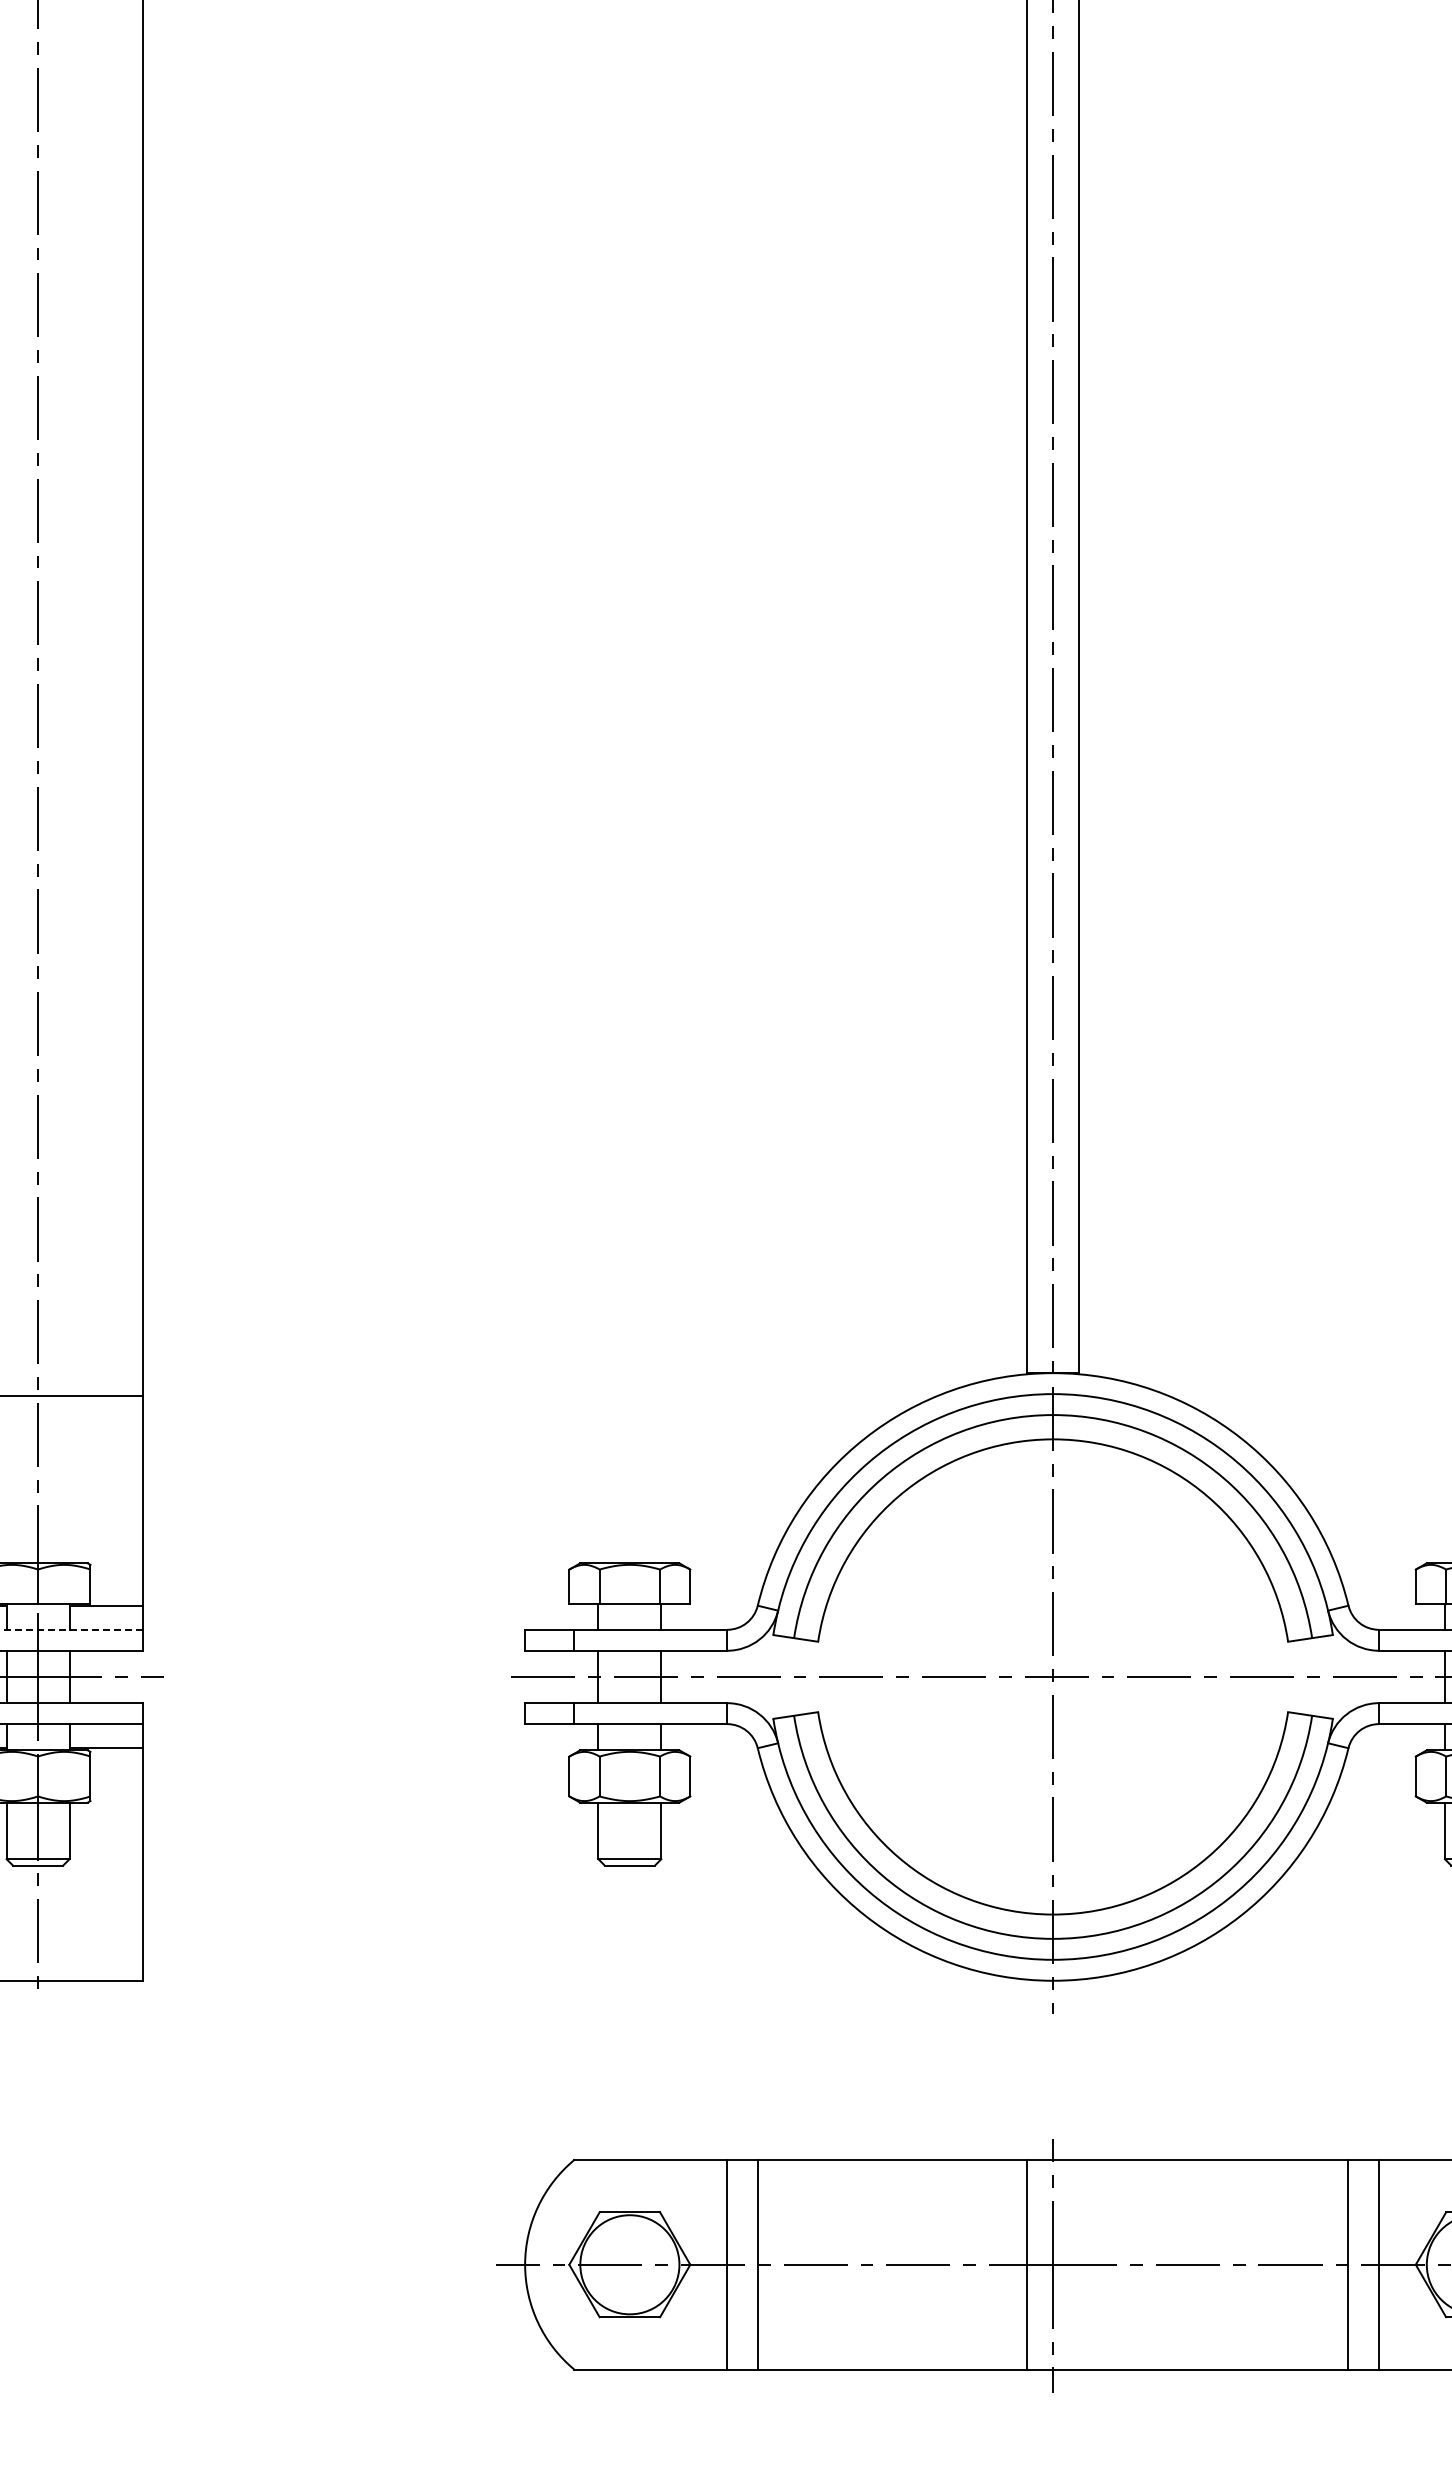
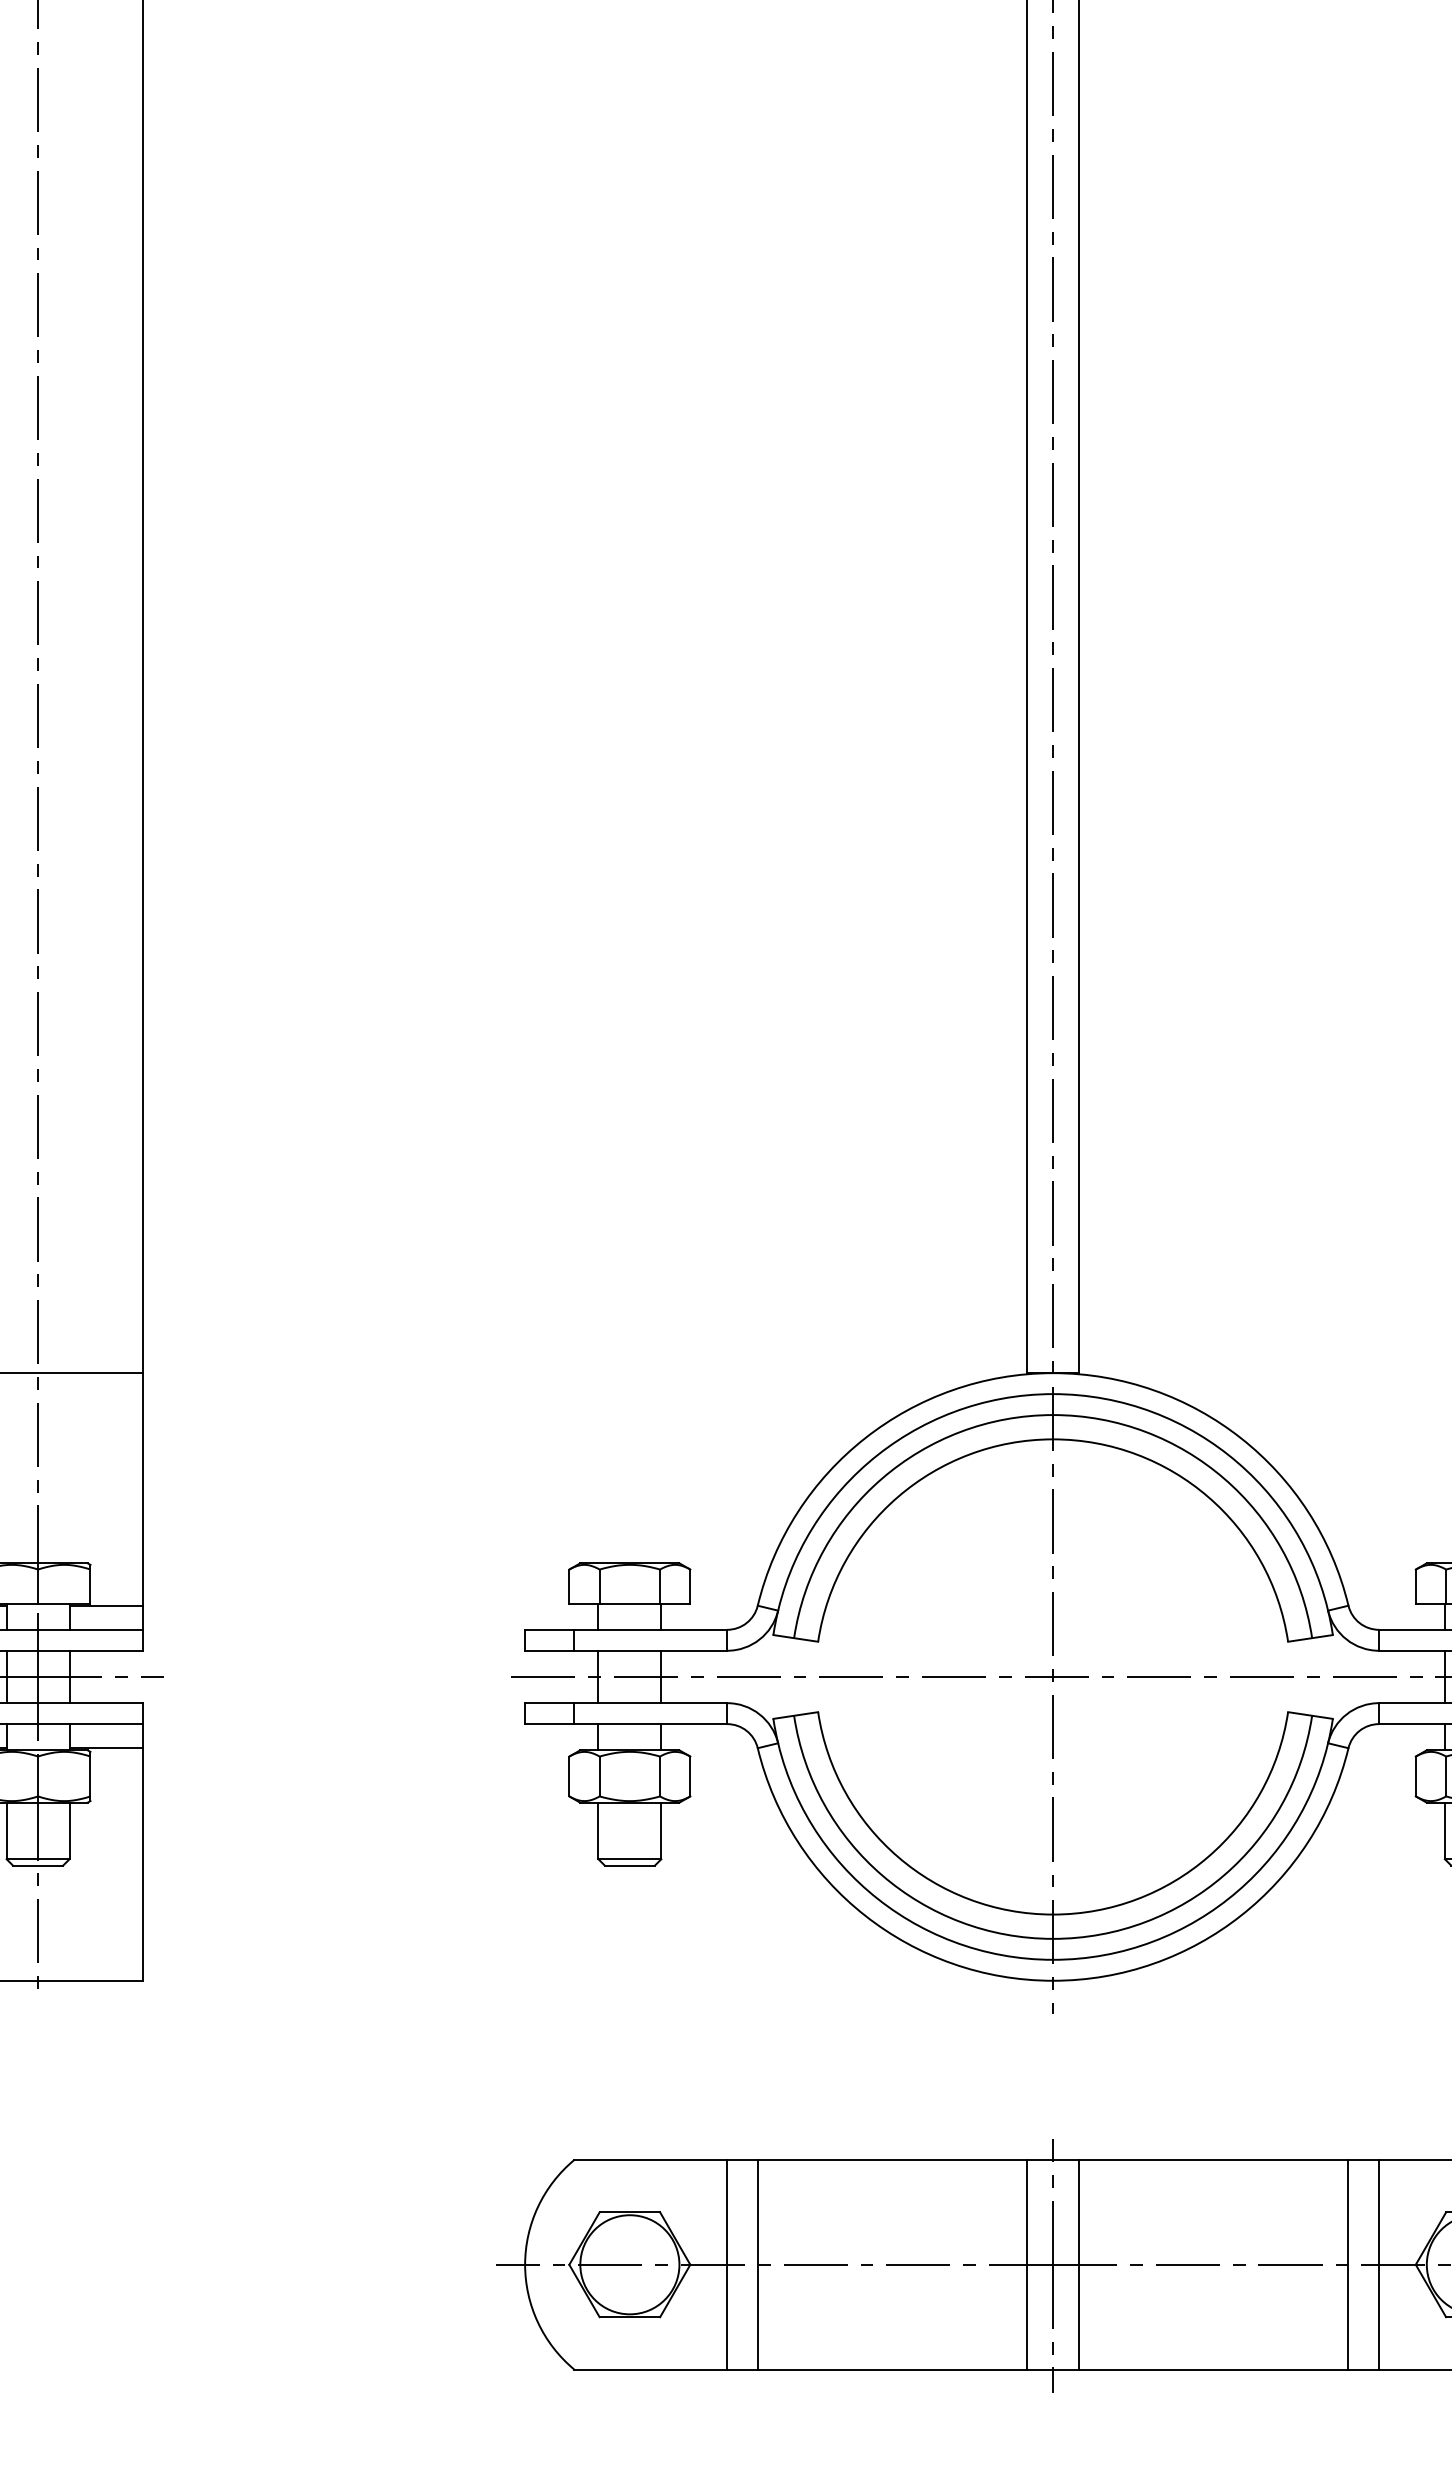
line at (72, 1396) position: (72, 1396) -> (72, 1373)
line at (71, 1629): dashed -> solid
line at (1079, 2264): none -> present
